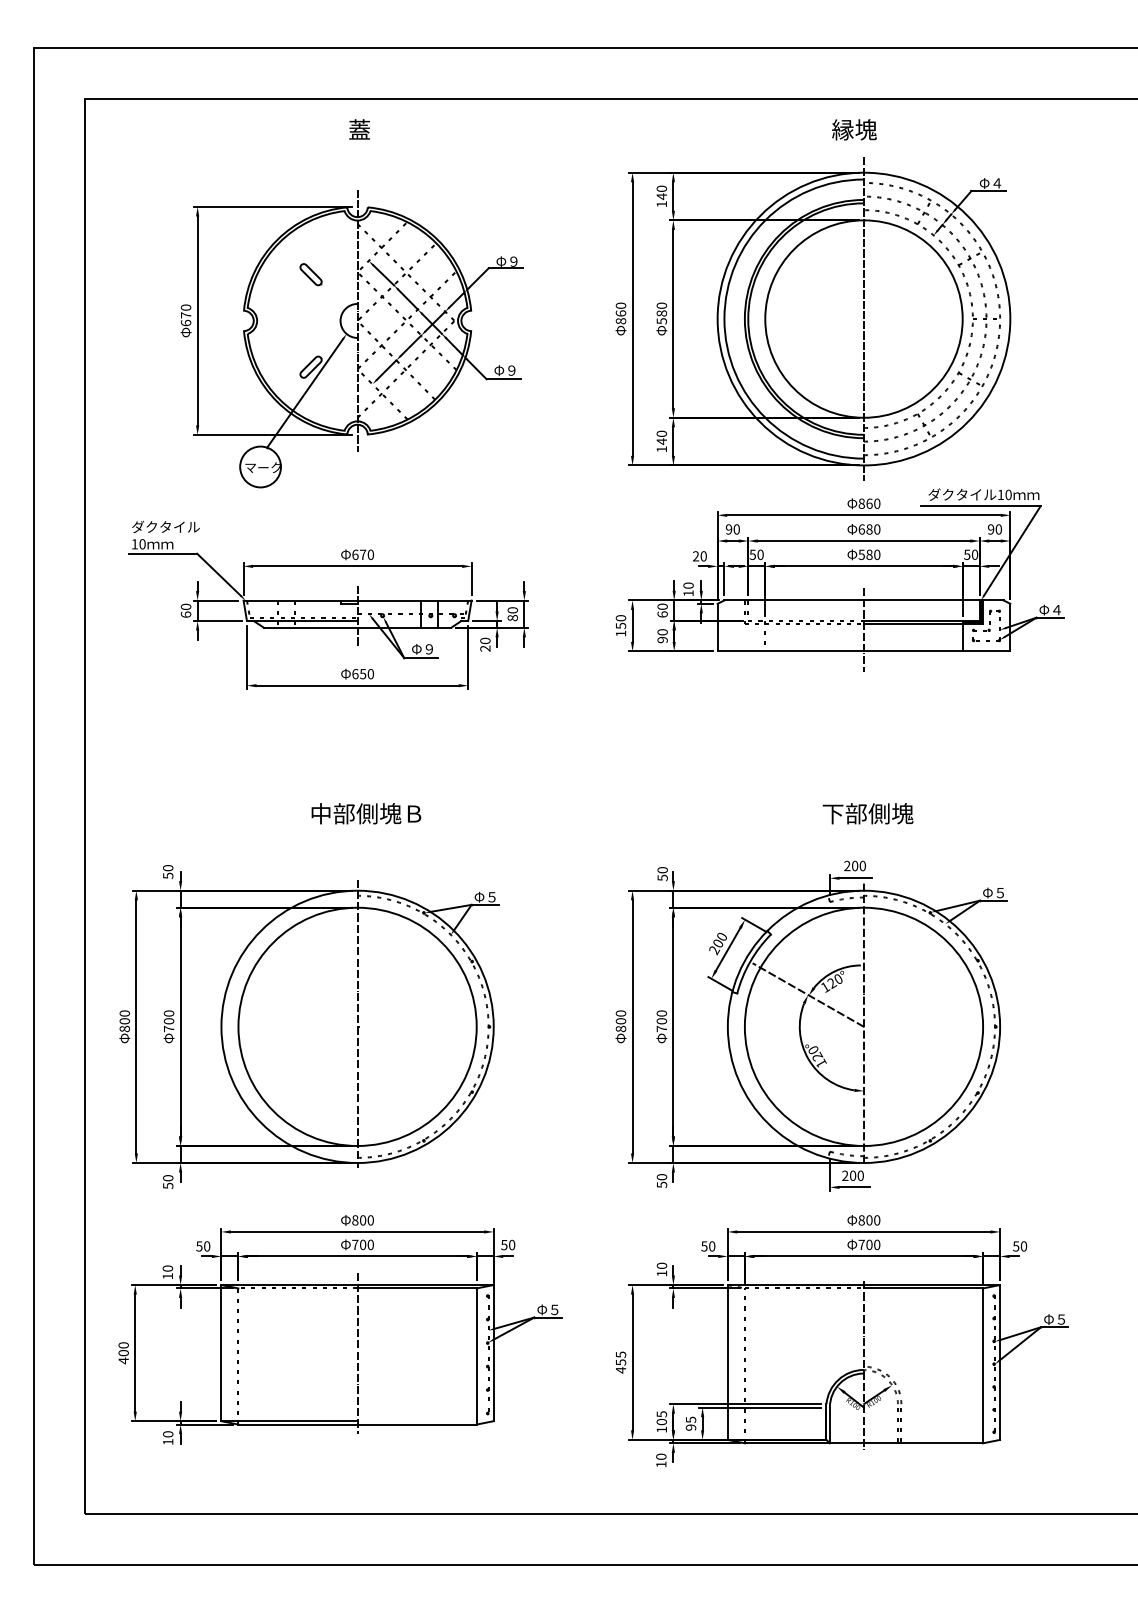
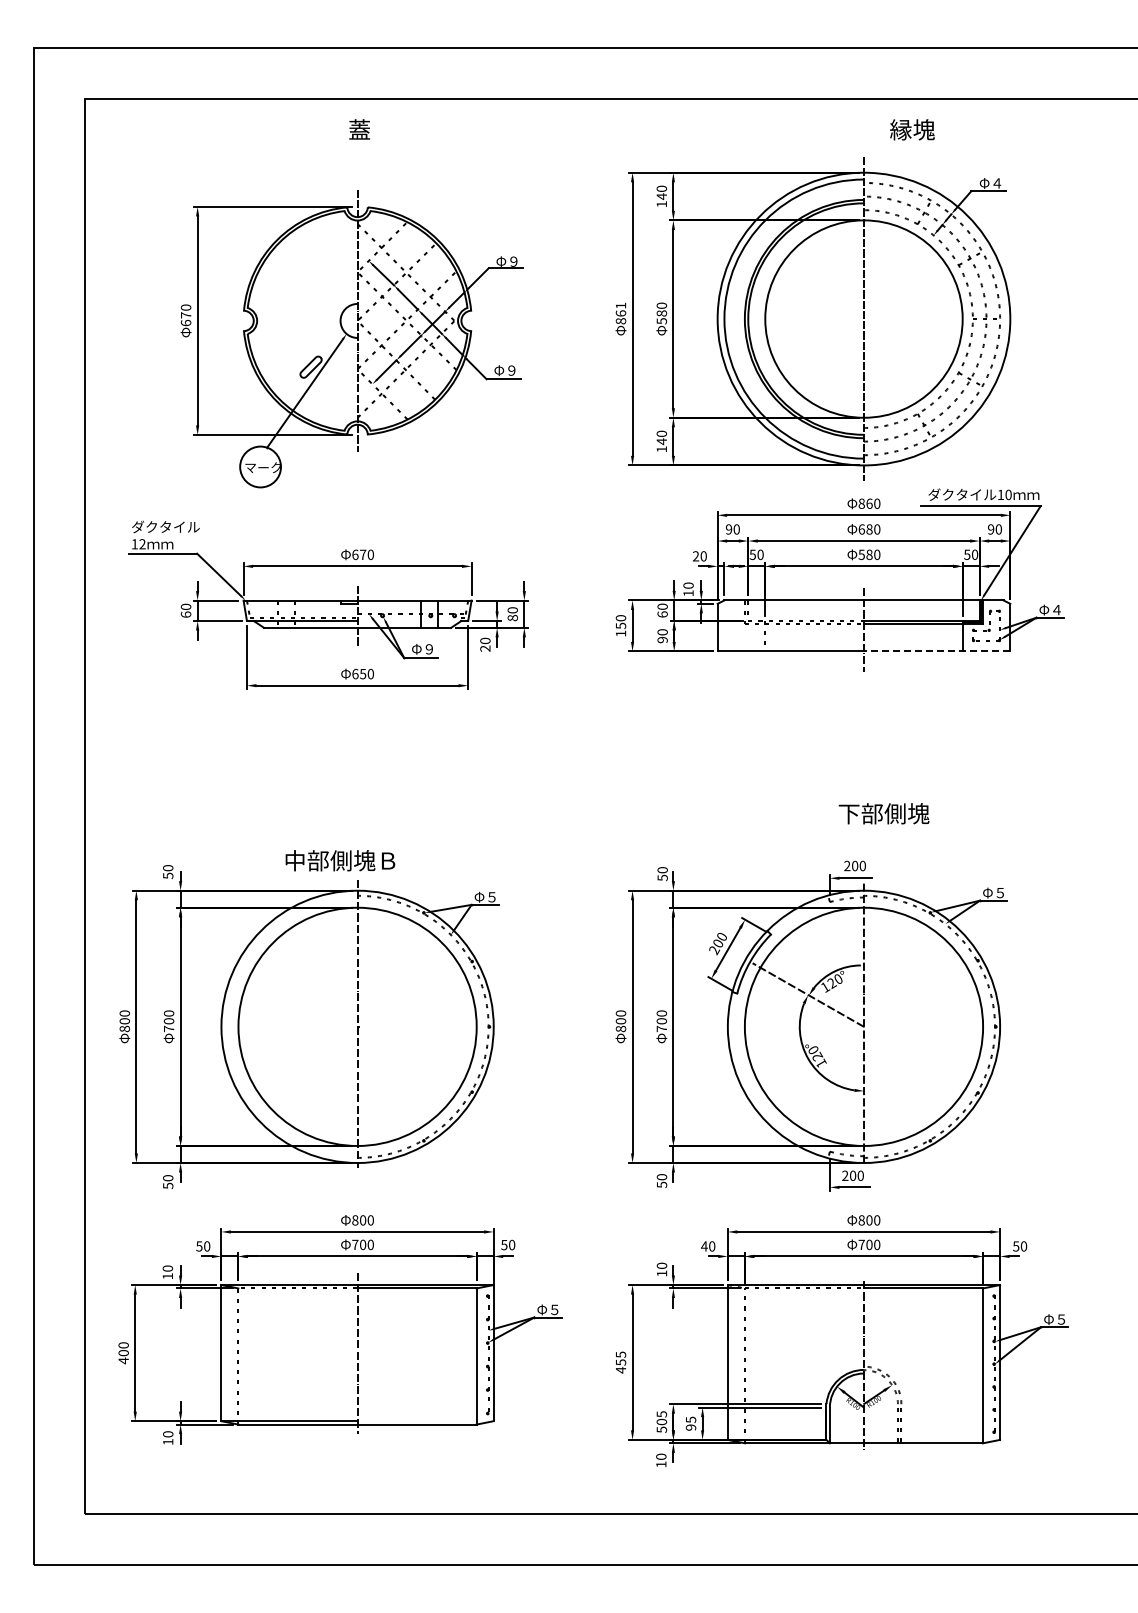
text at (854, 129) position: (854, 129) -> (912, 129)
part at (310, 274): present -> none
text at (620, 305): 860 -> 861
text at (142, 544): 10 -> 12
line at (936, 651): solid -> dashed
text at (366, 813) position: (366, 813) -> (340, 860)
text at (867, 813) position: (867, 813) -> (883, 813)
text at (704, 1246): 50 -> 40
text at (661, 1429): 105 -> 505
